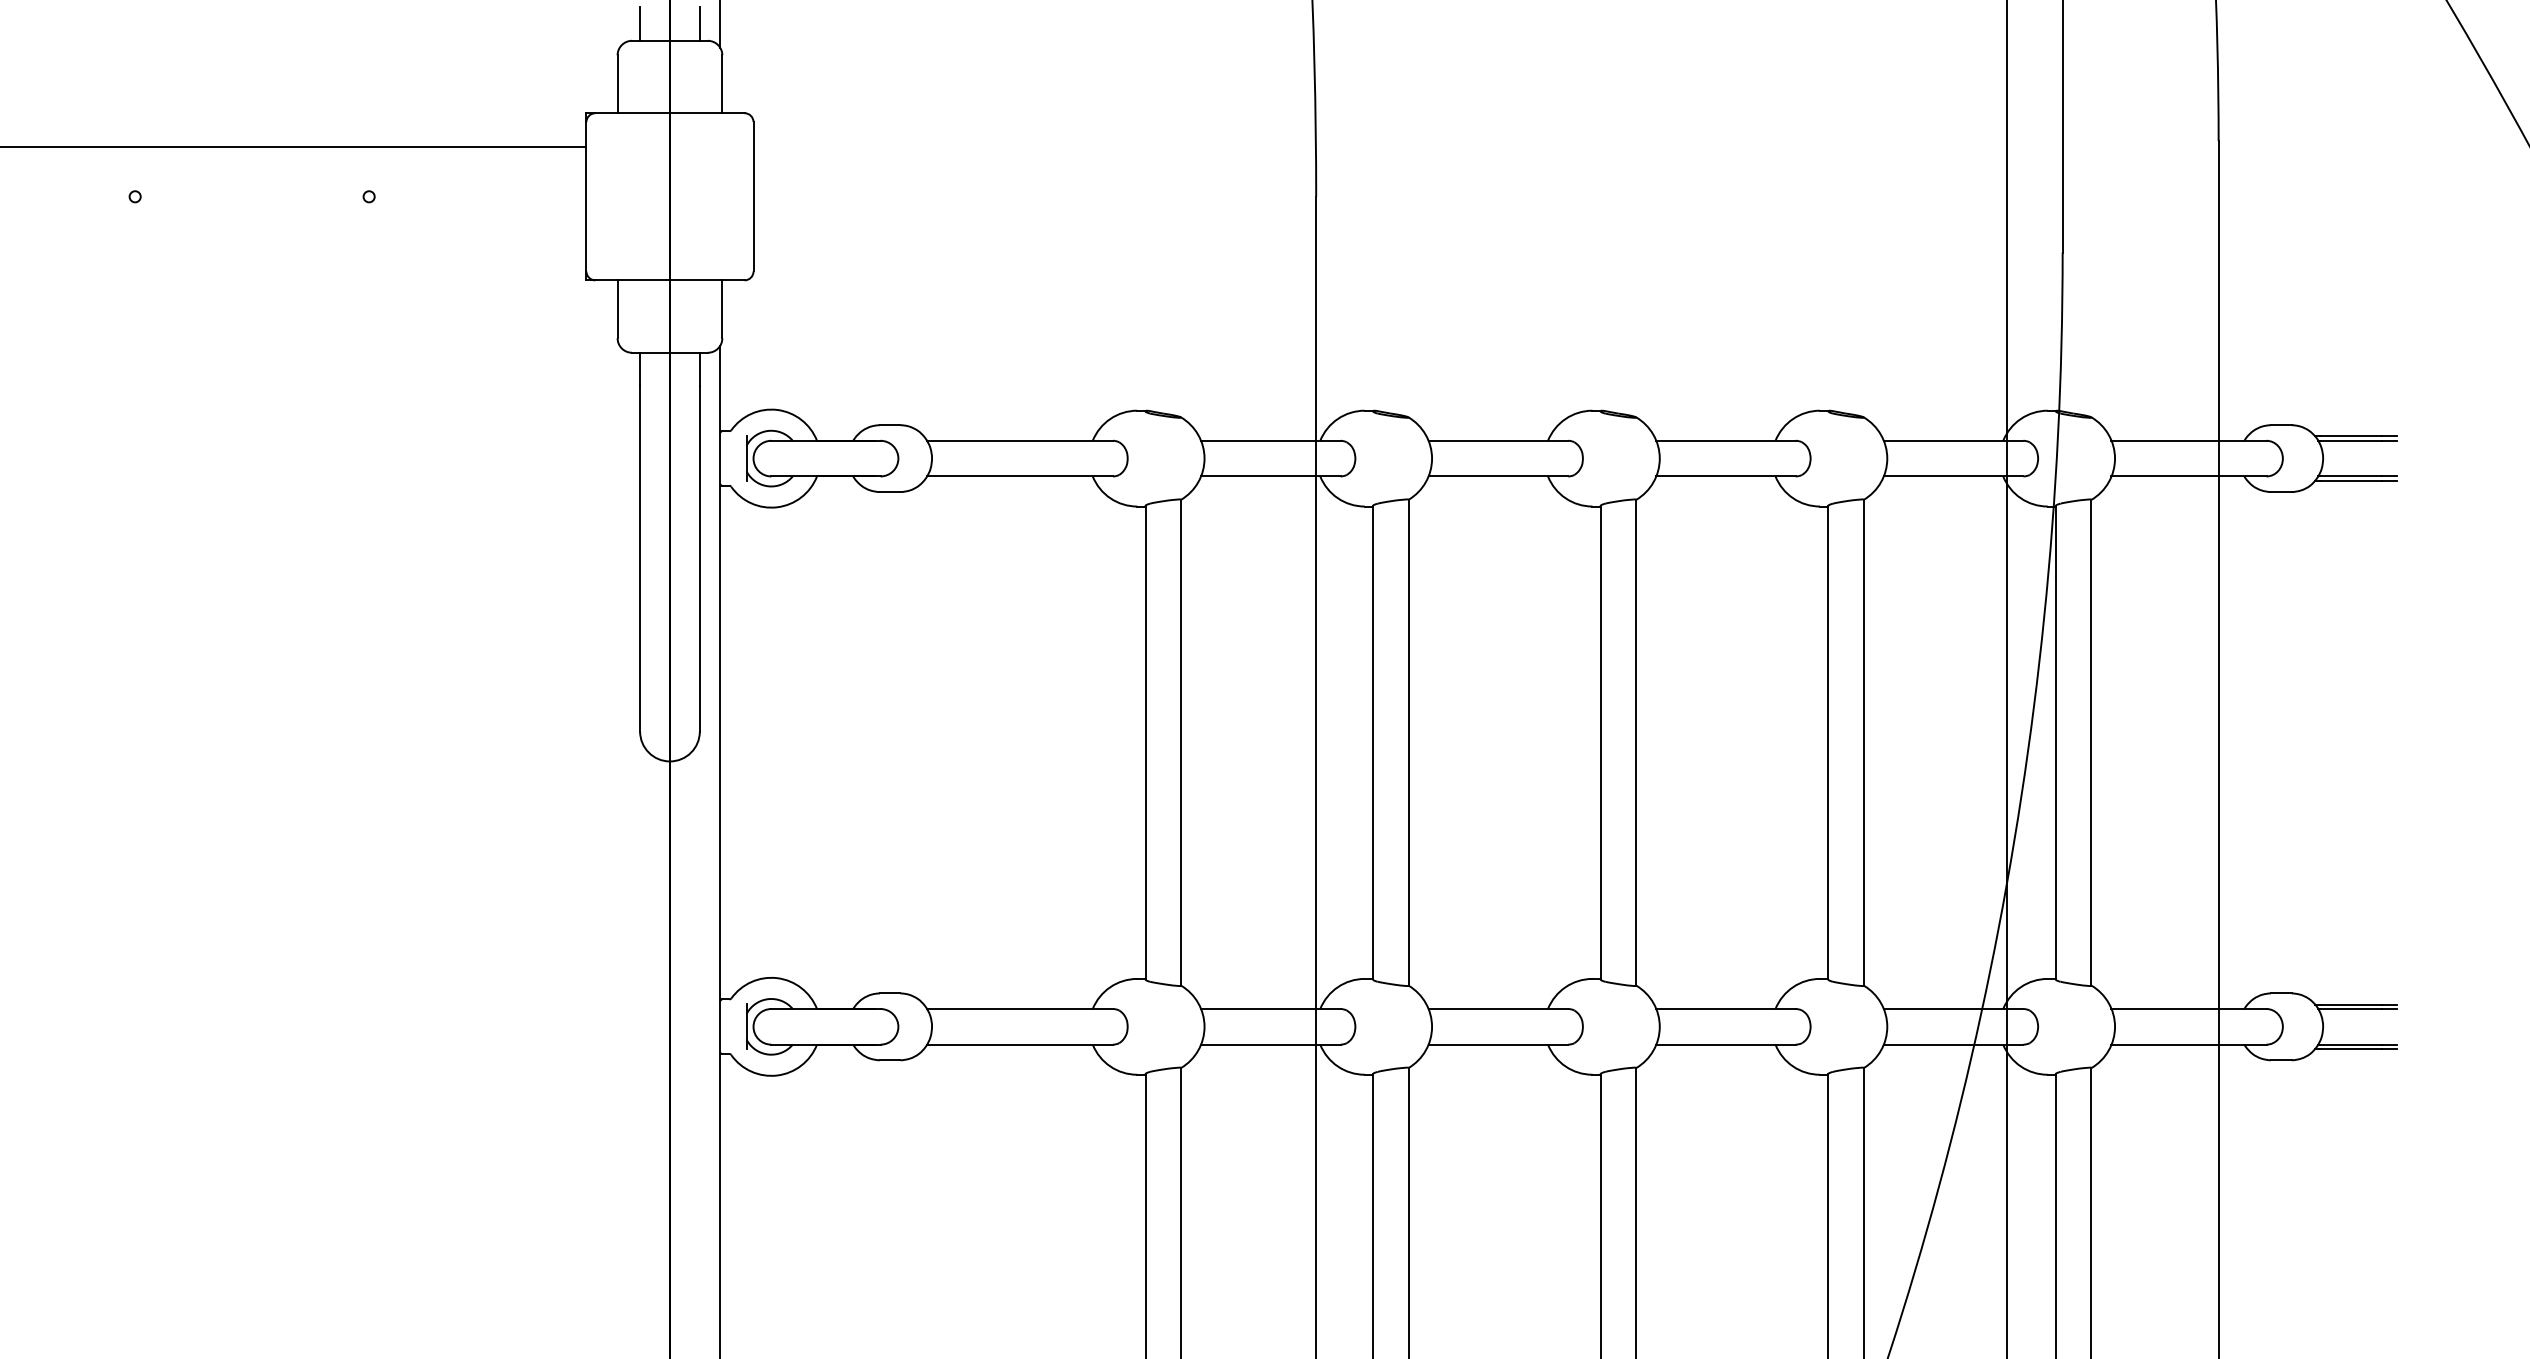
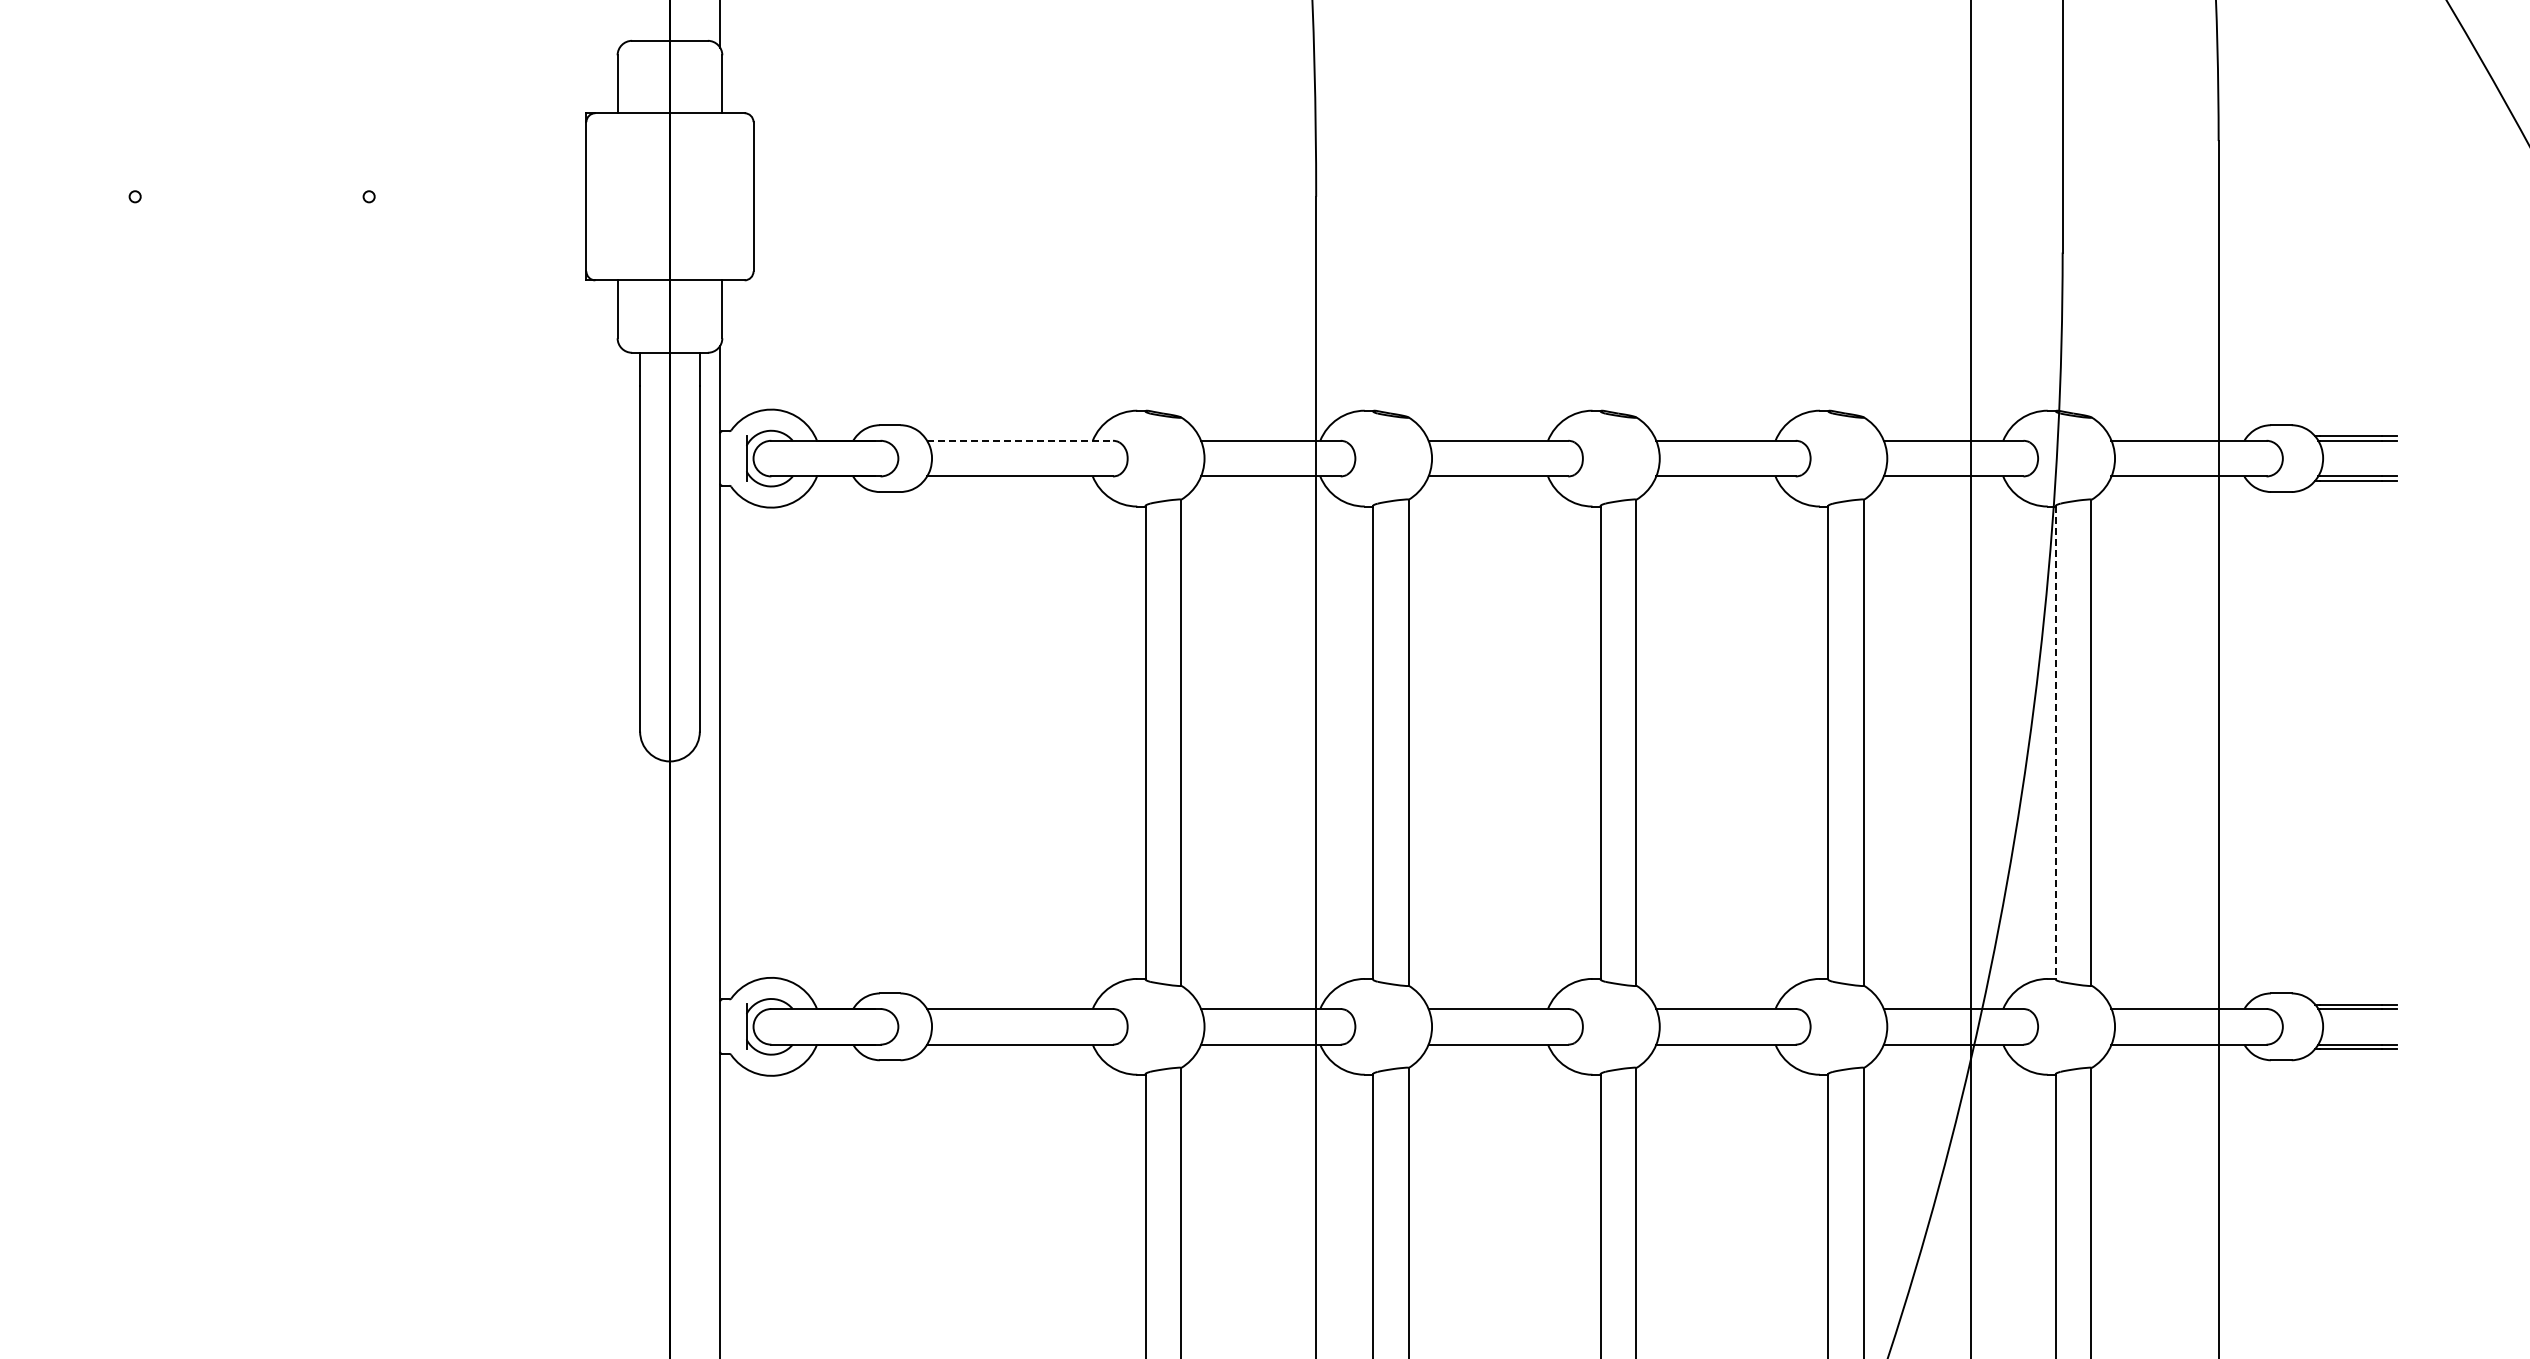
line at (639, 23): present -> none
line at (699, 23): present -> none
line at (294, 146): present -> none
line at (1020, 440): solid -> dashed
line at (2006, 678) position: (2006, 678) -> (1970, 678)
line at (2055, 742): solid -> dashed
